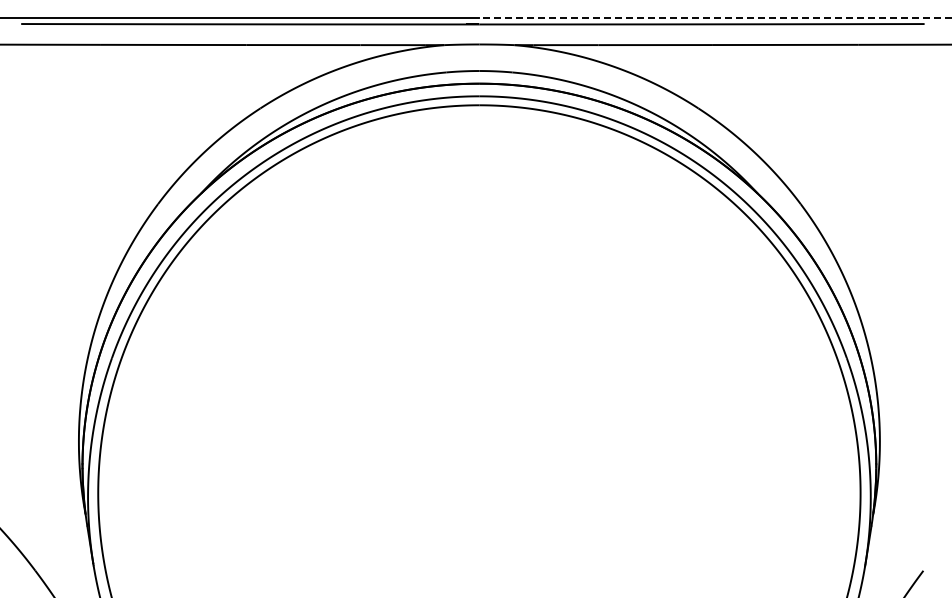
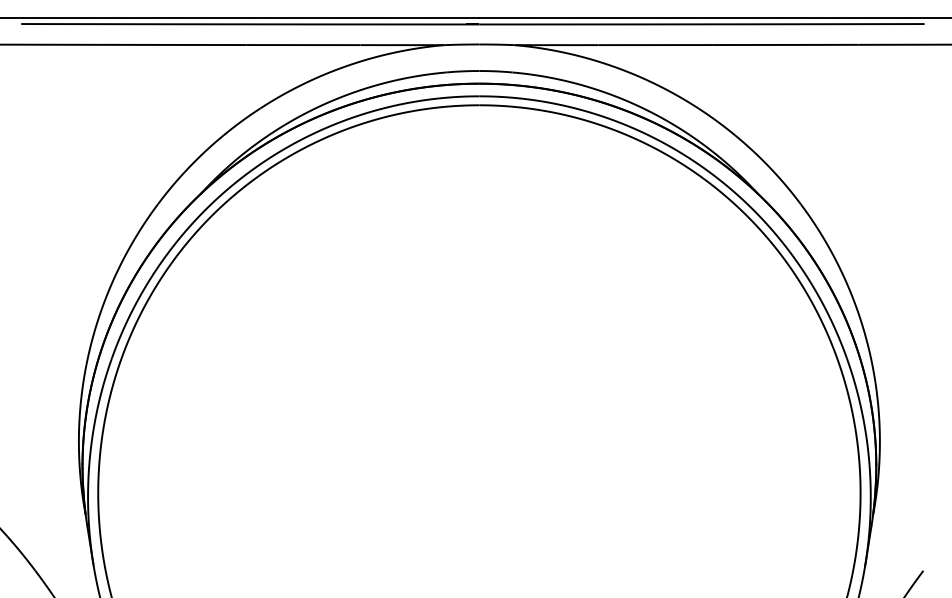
line at (715, 17): dashed -> solid
